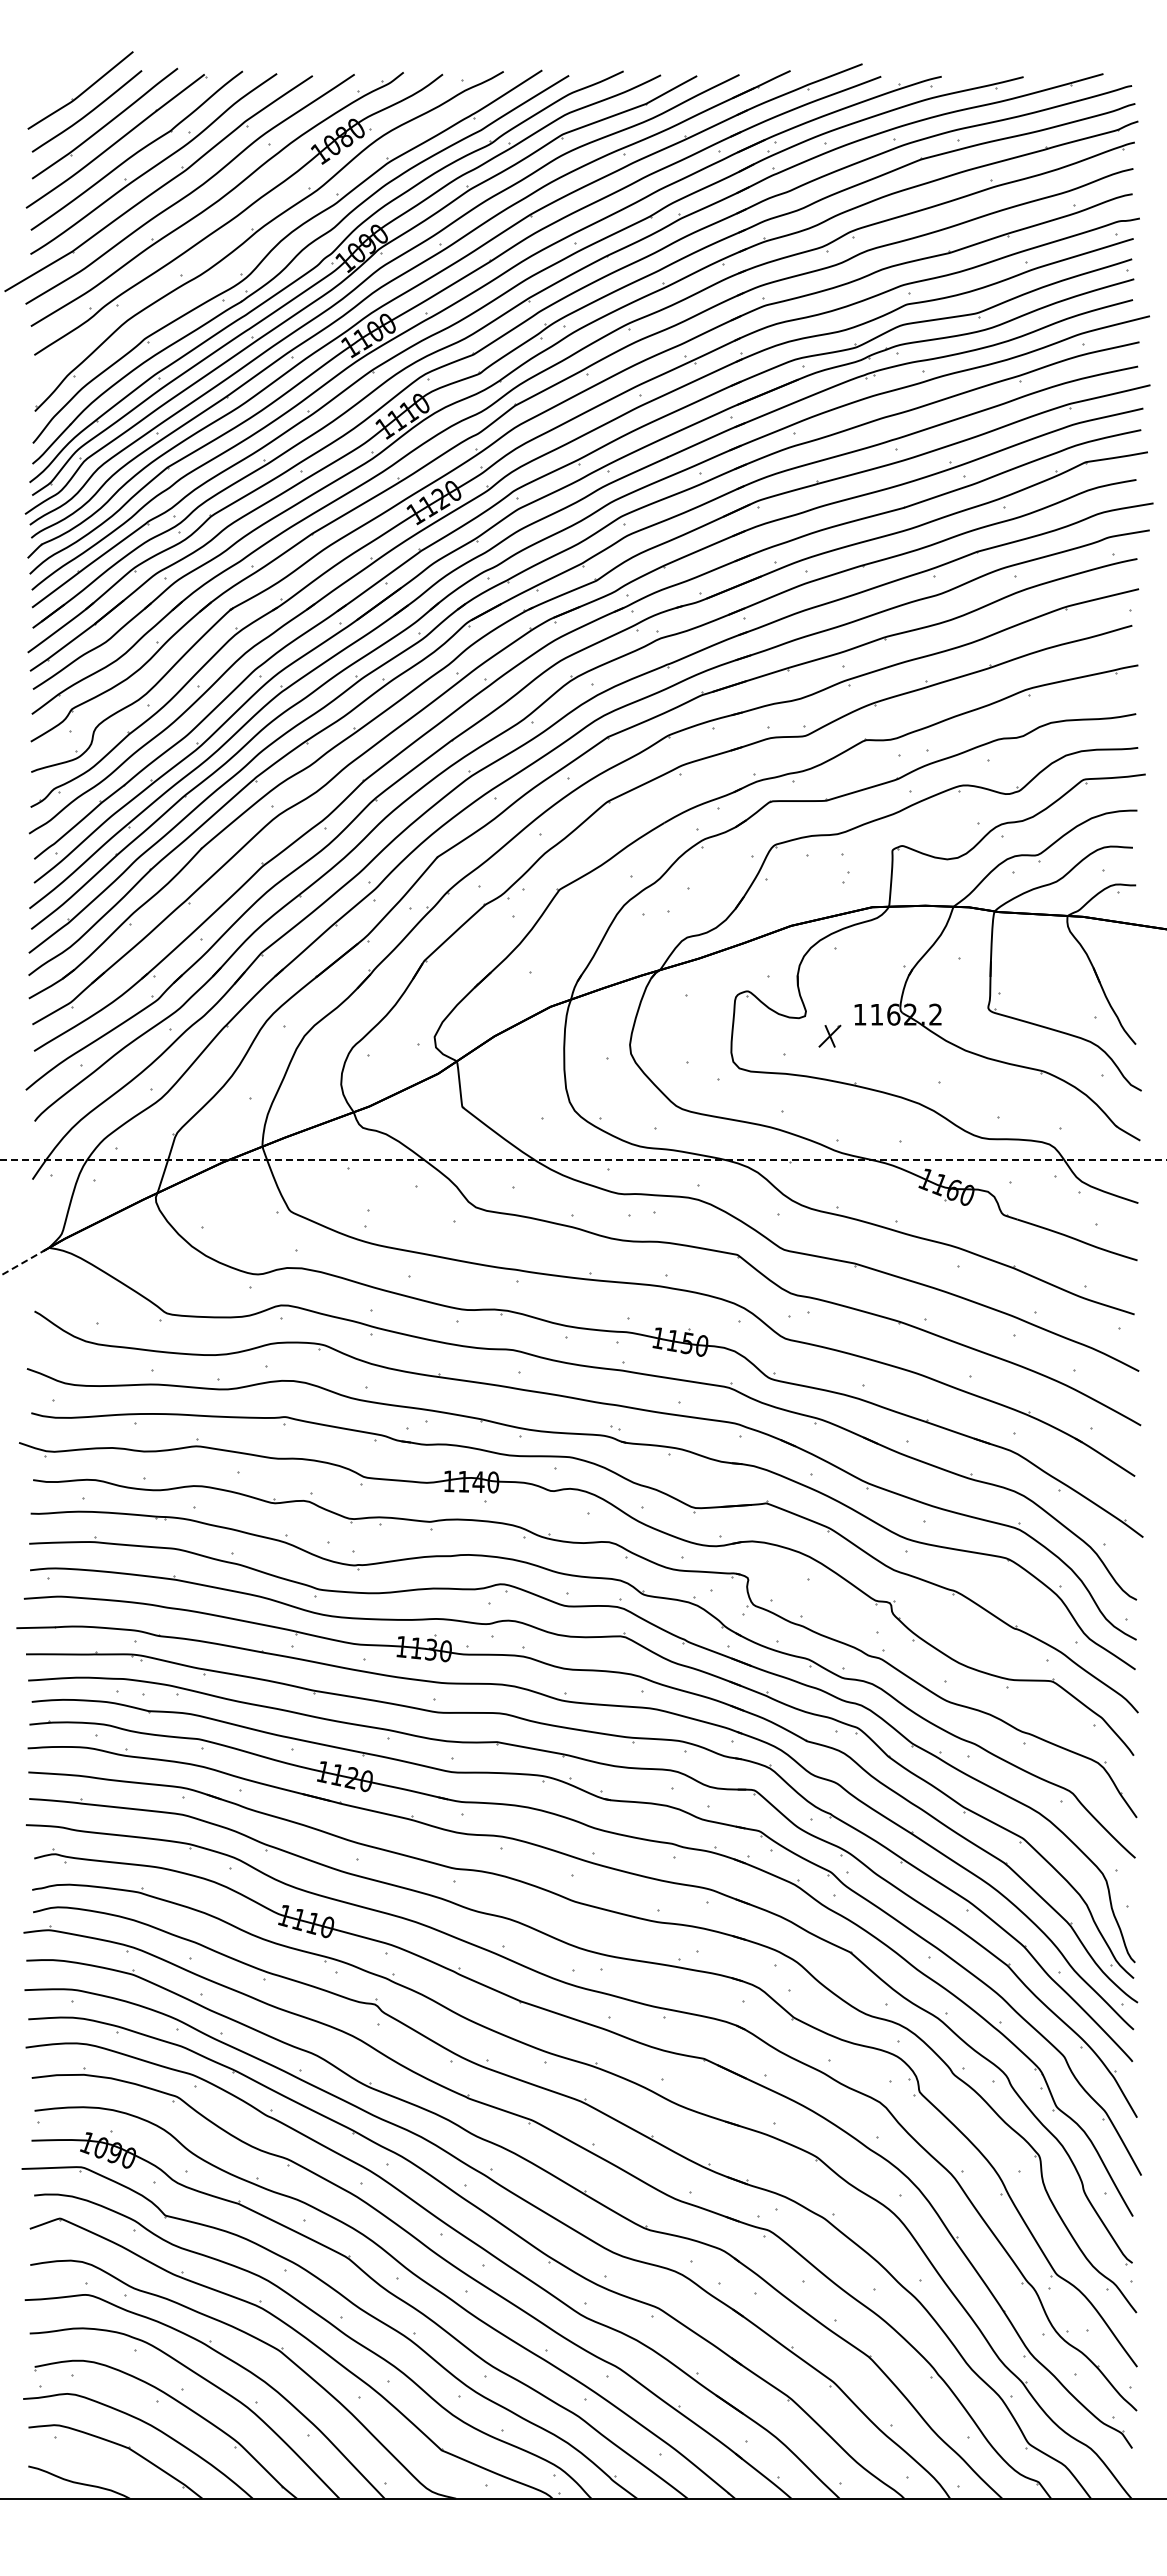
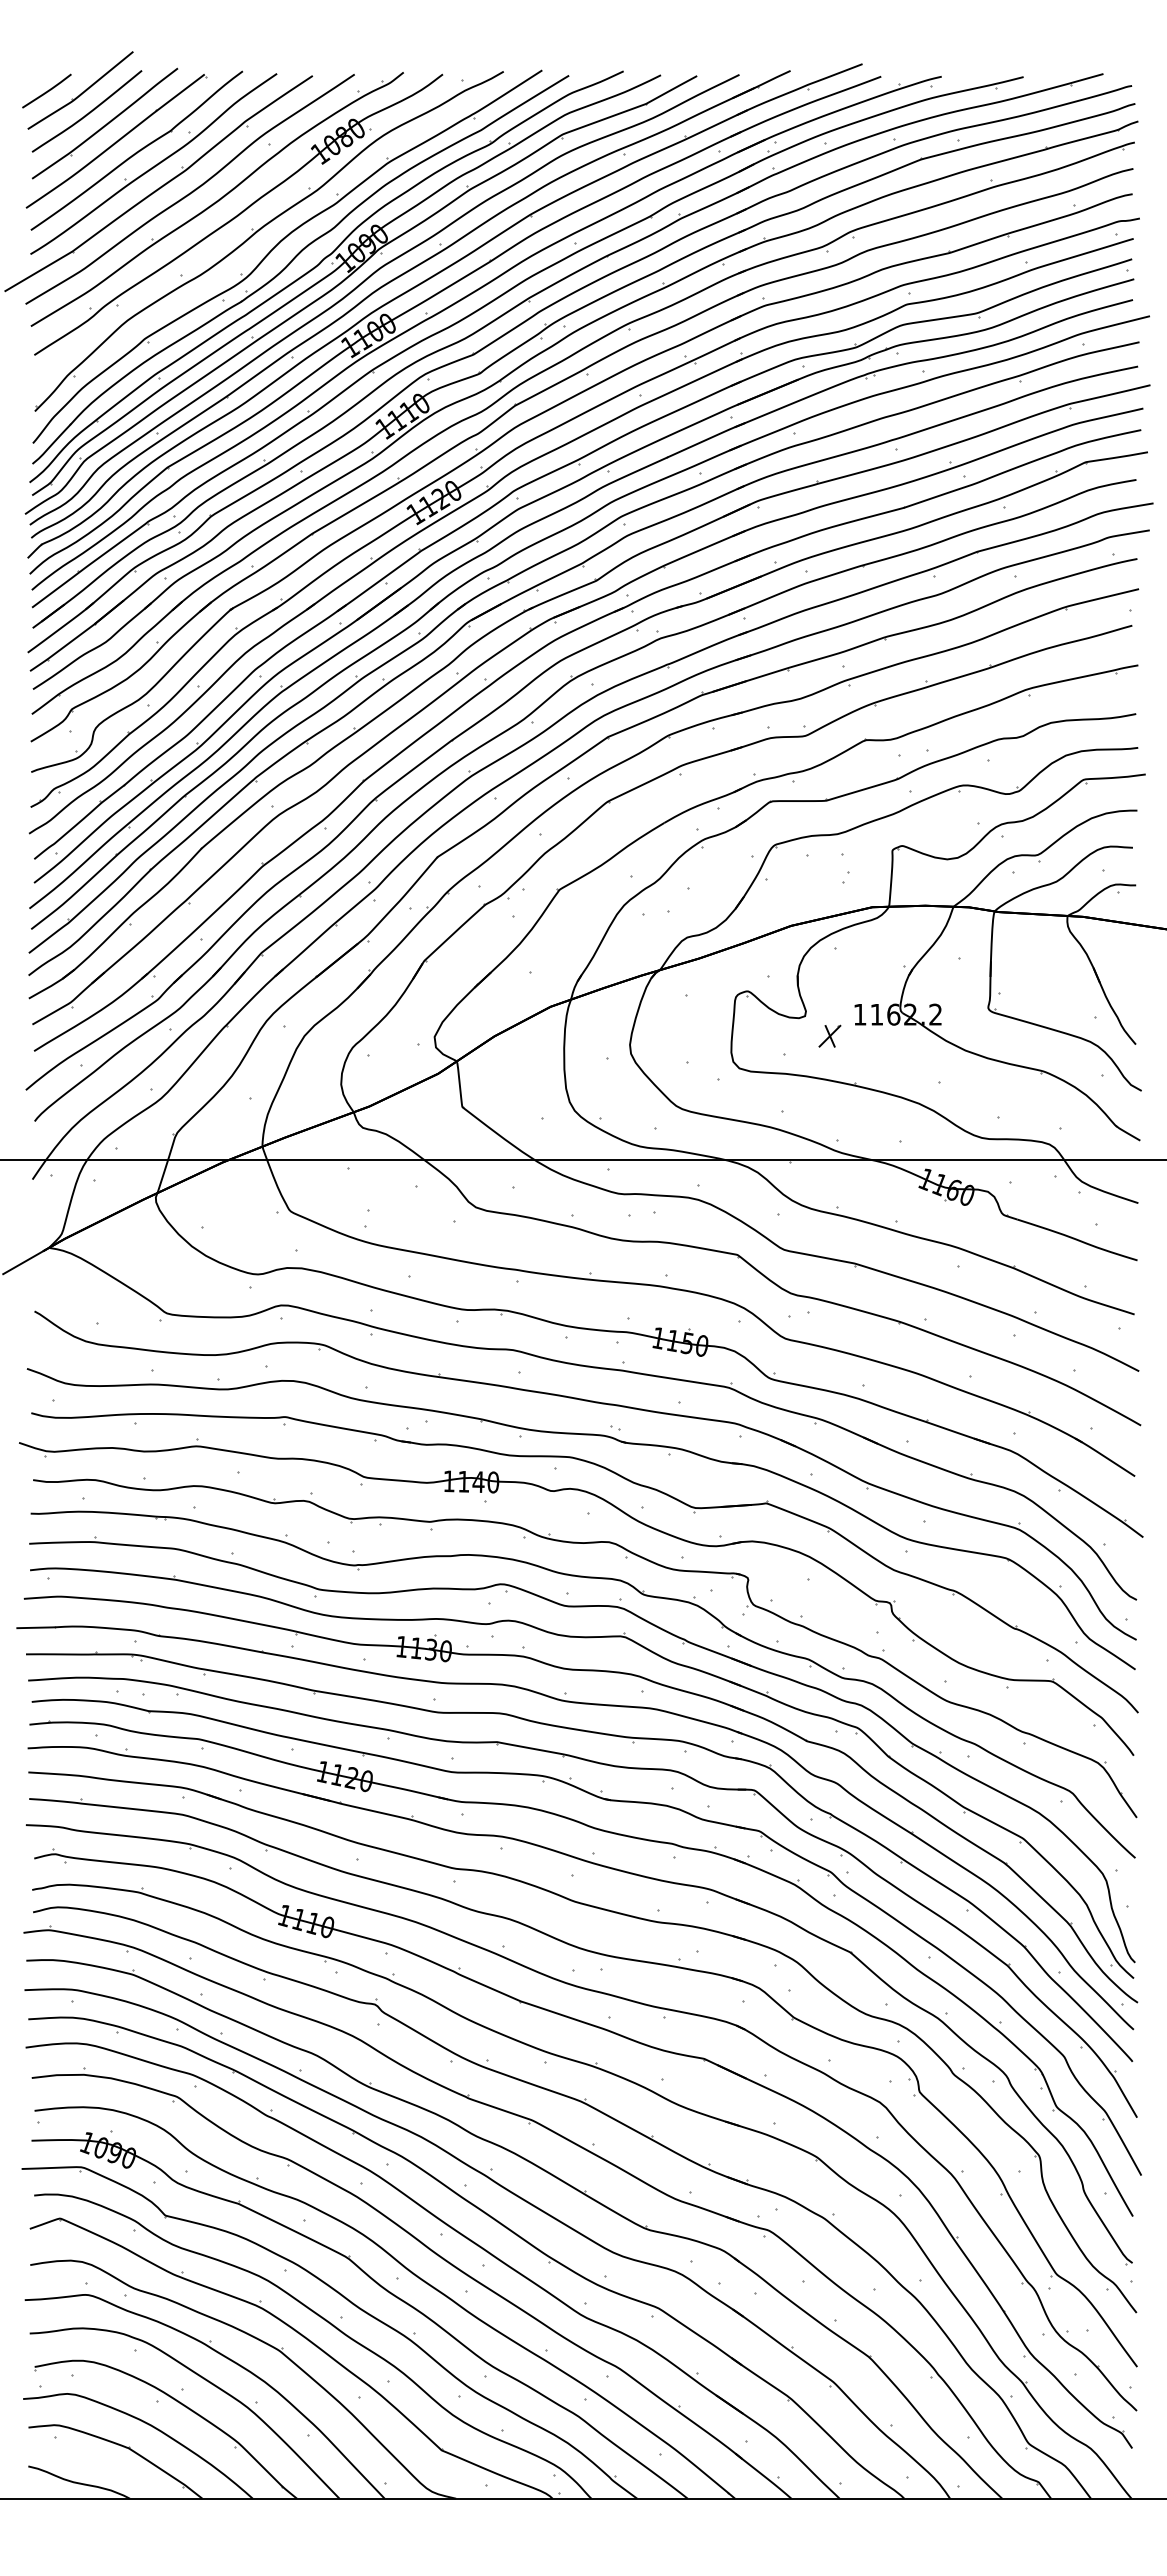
line at (47, 90): none -> present
line at (583, 1160): dashed -> solid
line at (23, 1262): dashed -> solid
